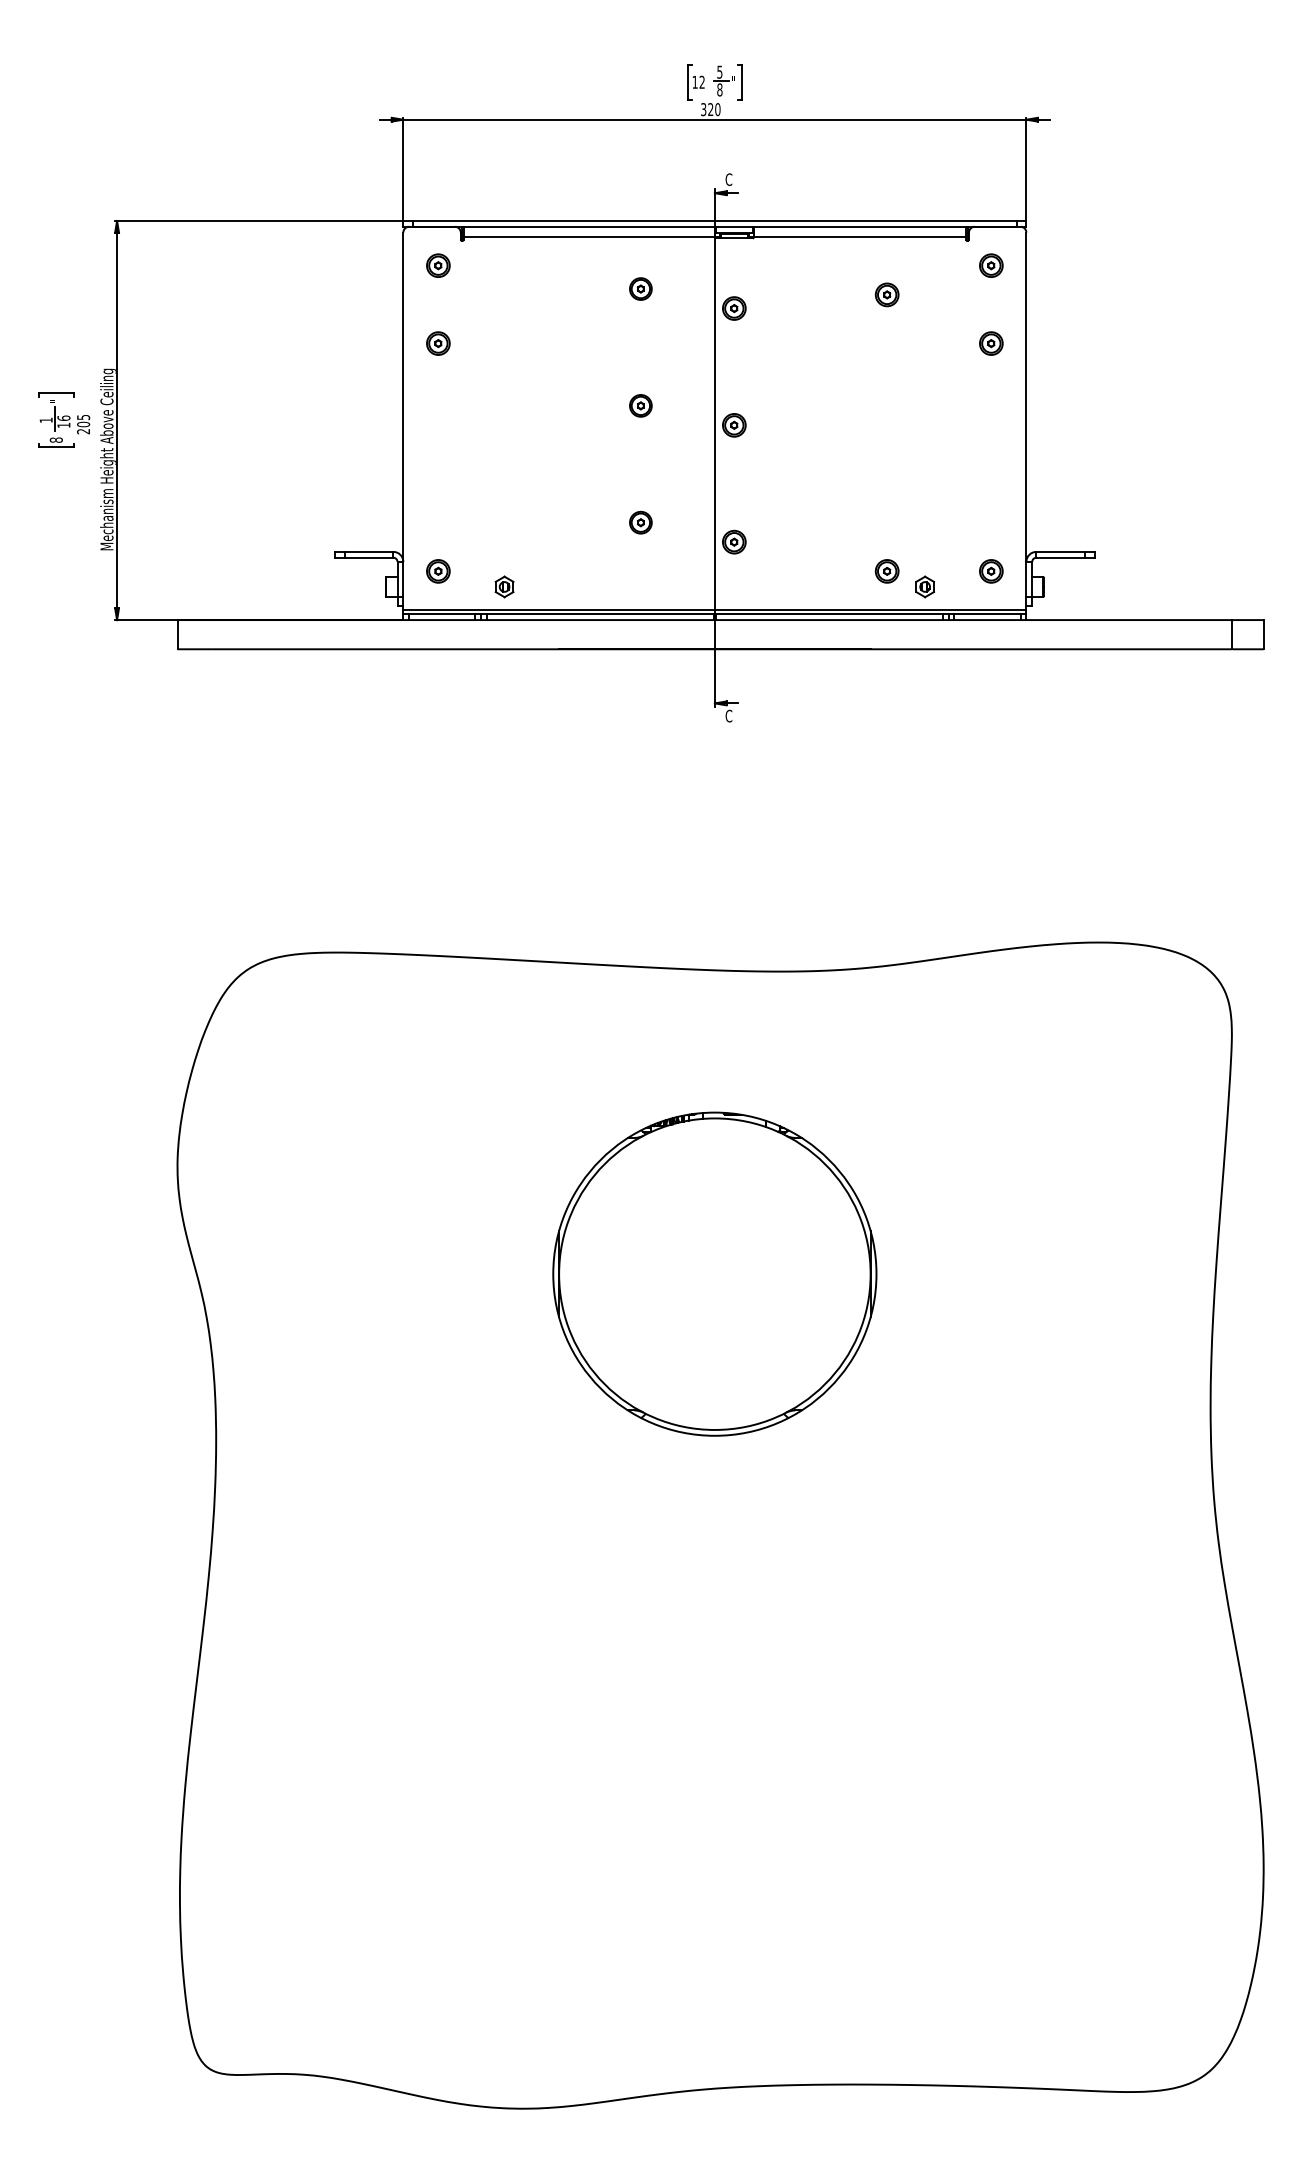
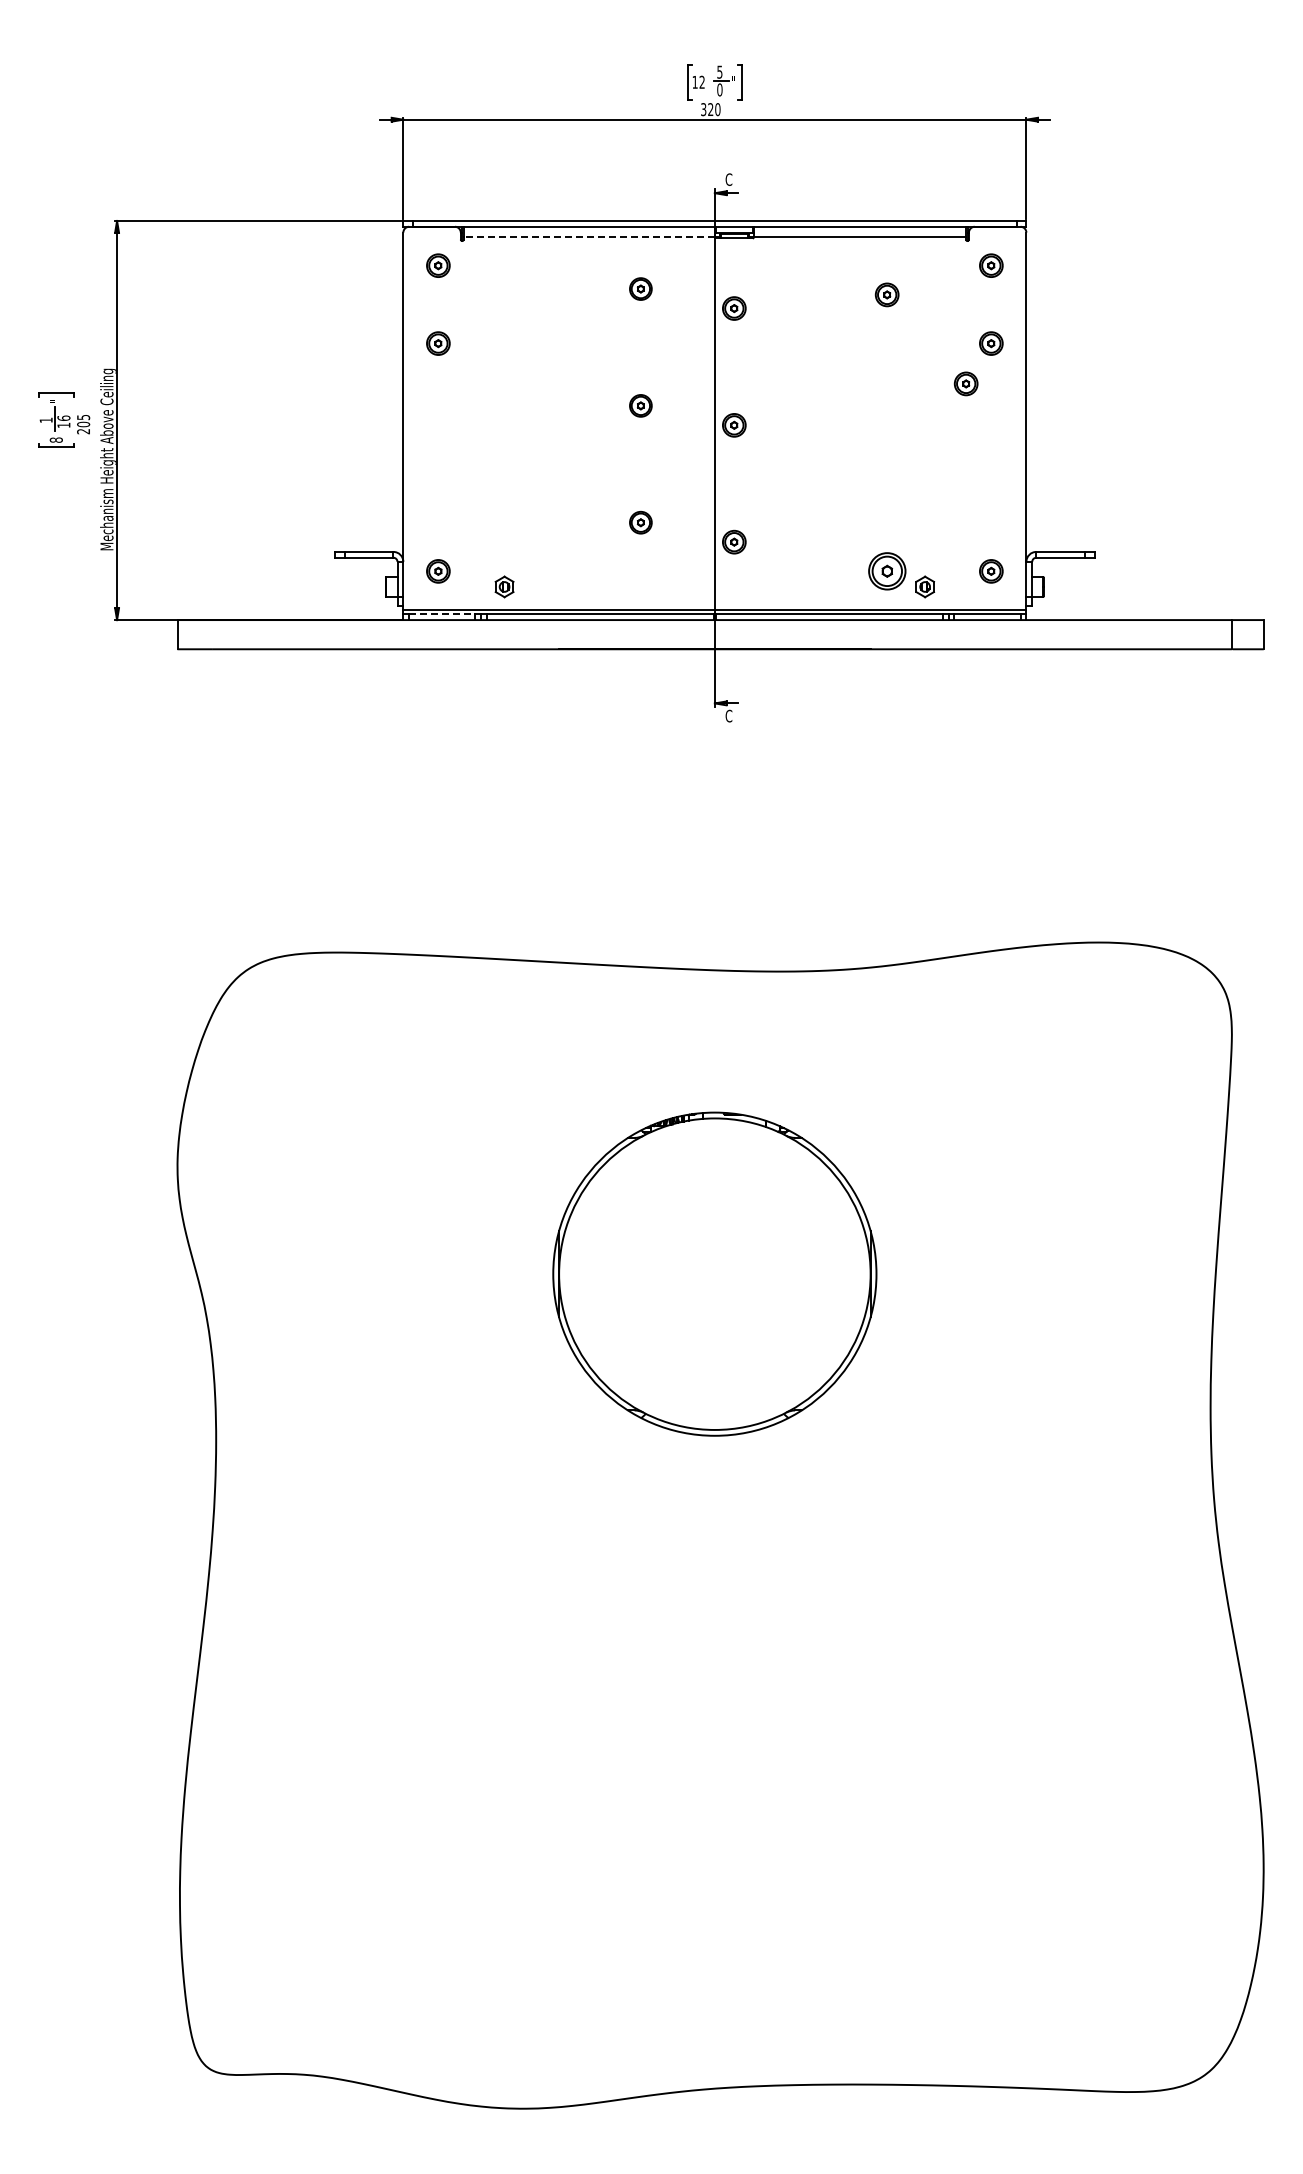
text at (719, 89): 8 -> 0
line at (589, 236): solid -> dashed
part at (965, 383): none -> present
part at (886, 571) size: 26x25 px -> 39x39 px
line at (442, 614): solid -> dashed
